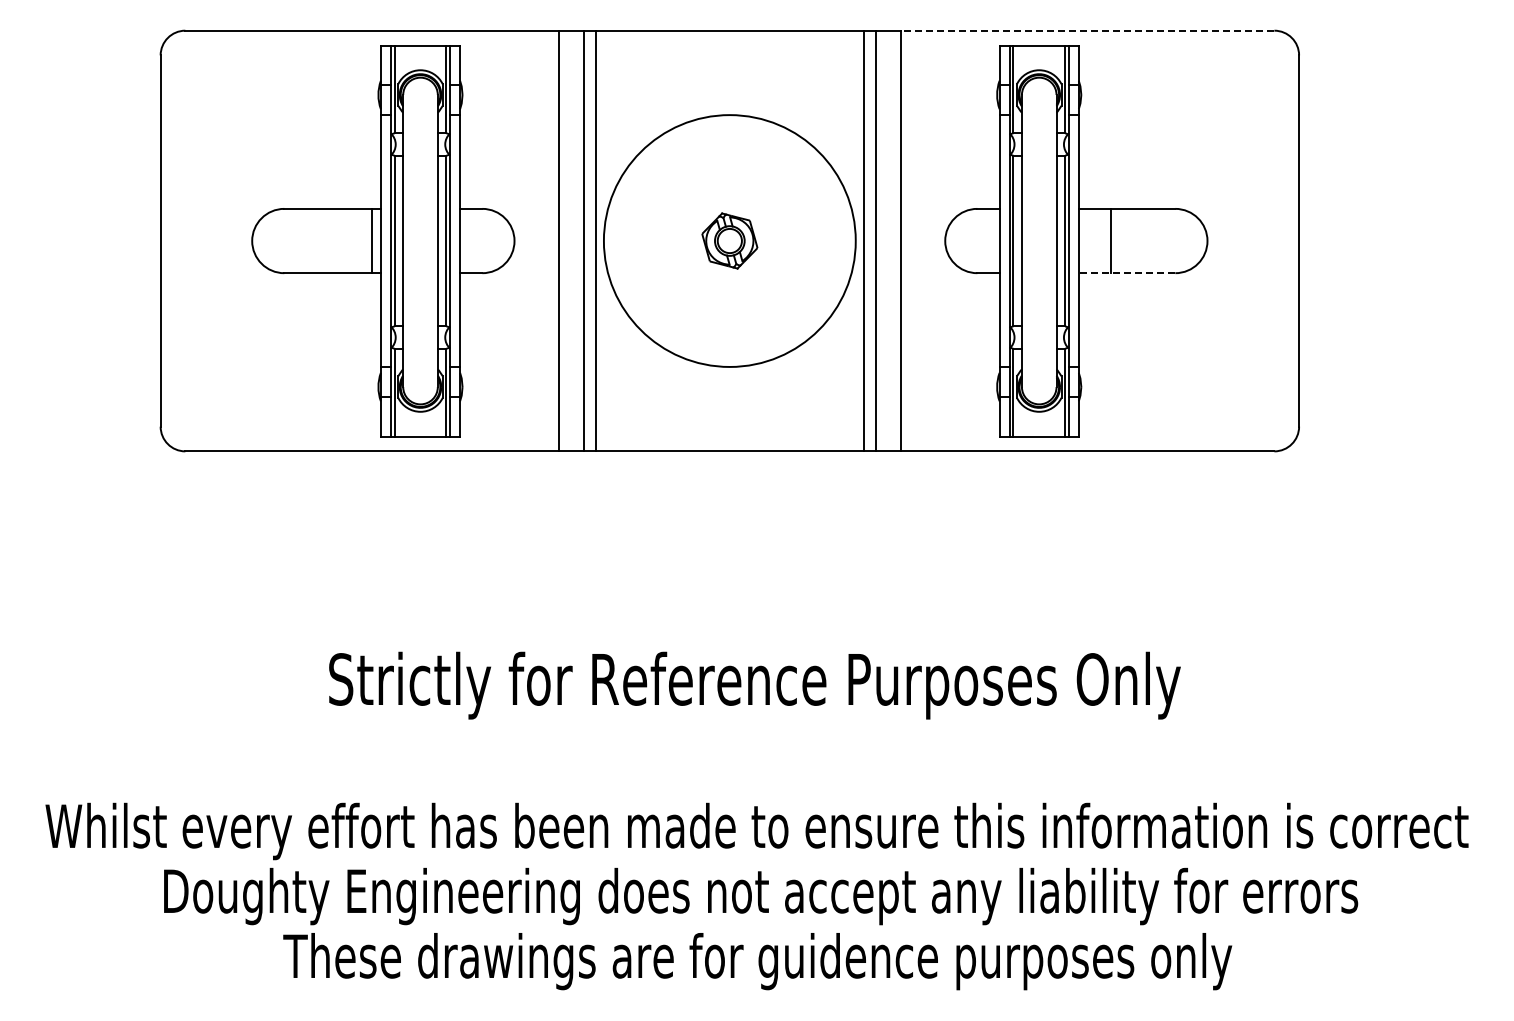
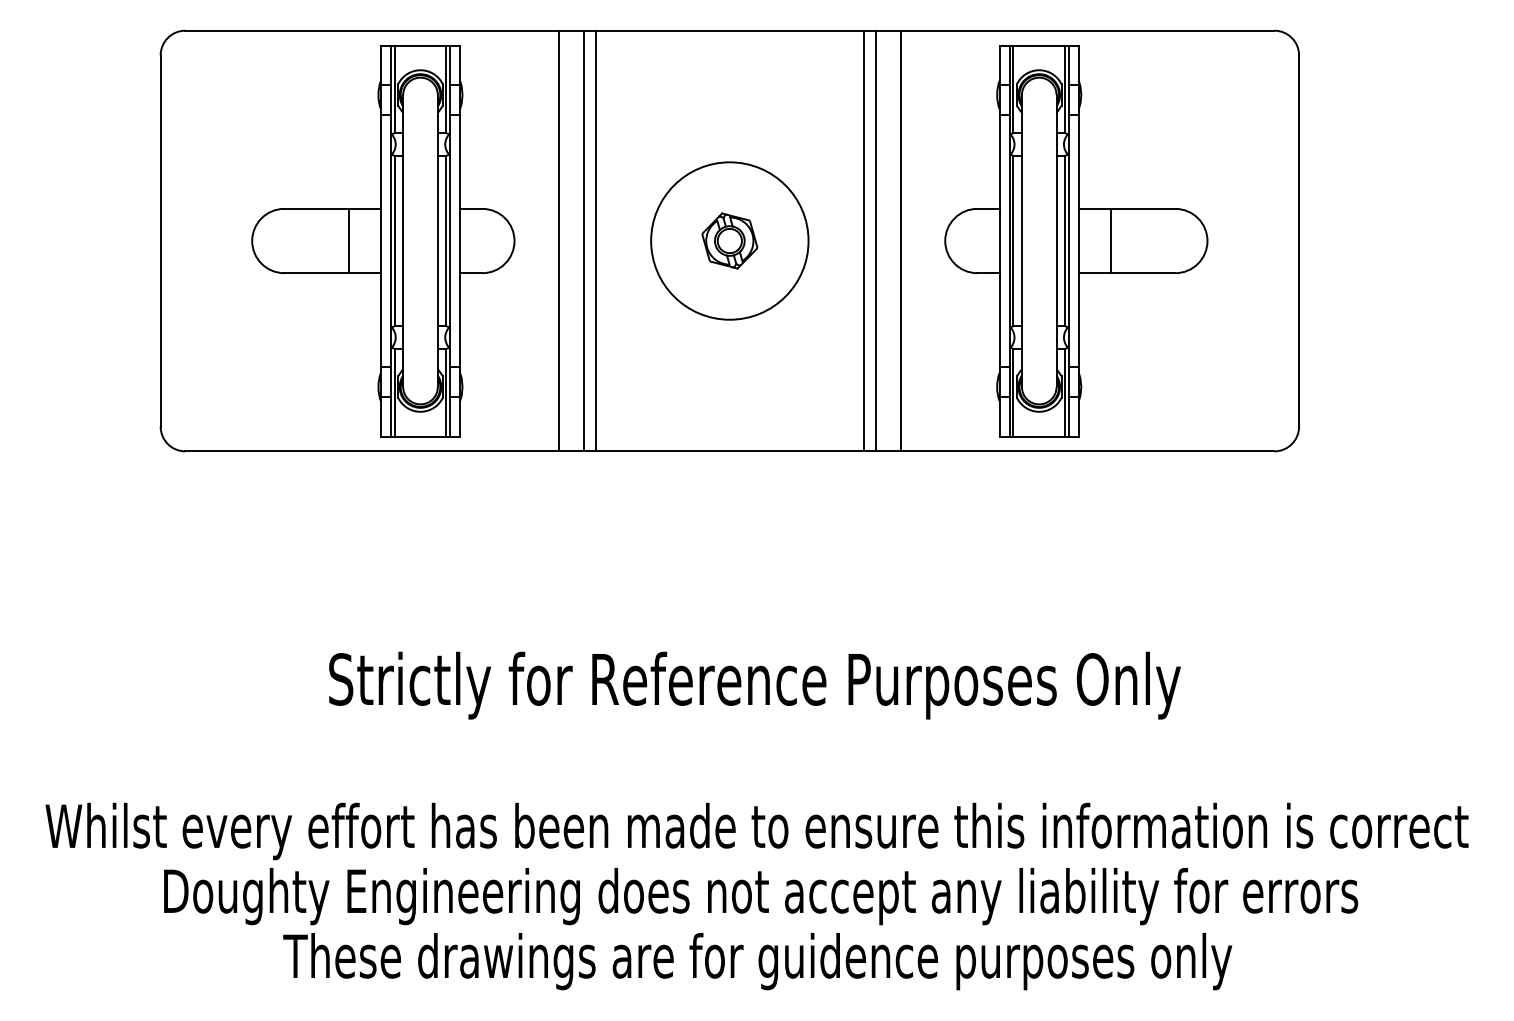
line at (1087, 30): dashed -> solid
line at (371, 240) position: (371, 240) -> (348, 240)
circle at (729, 240) diameter: 252 px -> 157 px
line at (1126, 273): dashed -> solid
